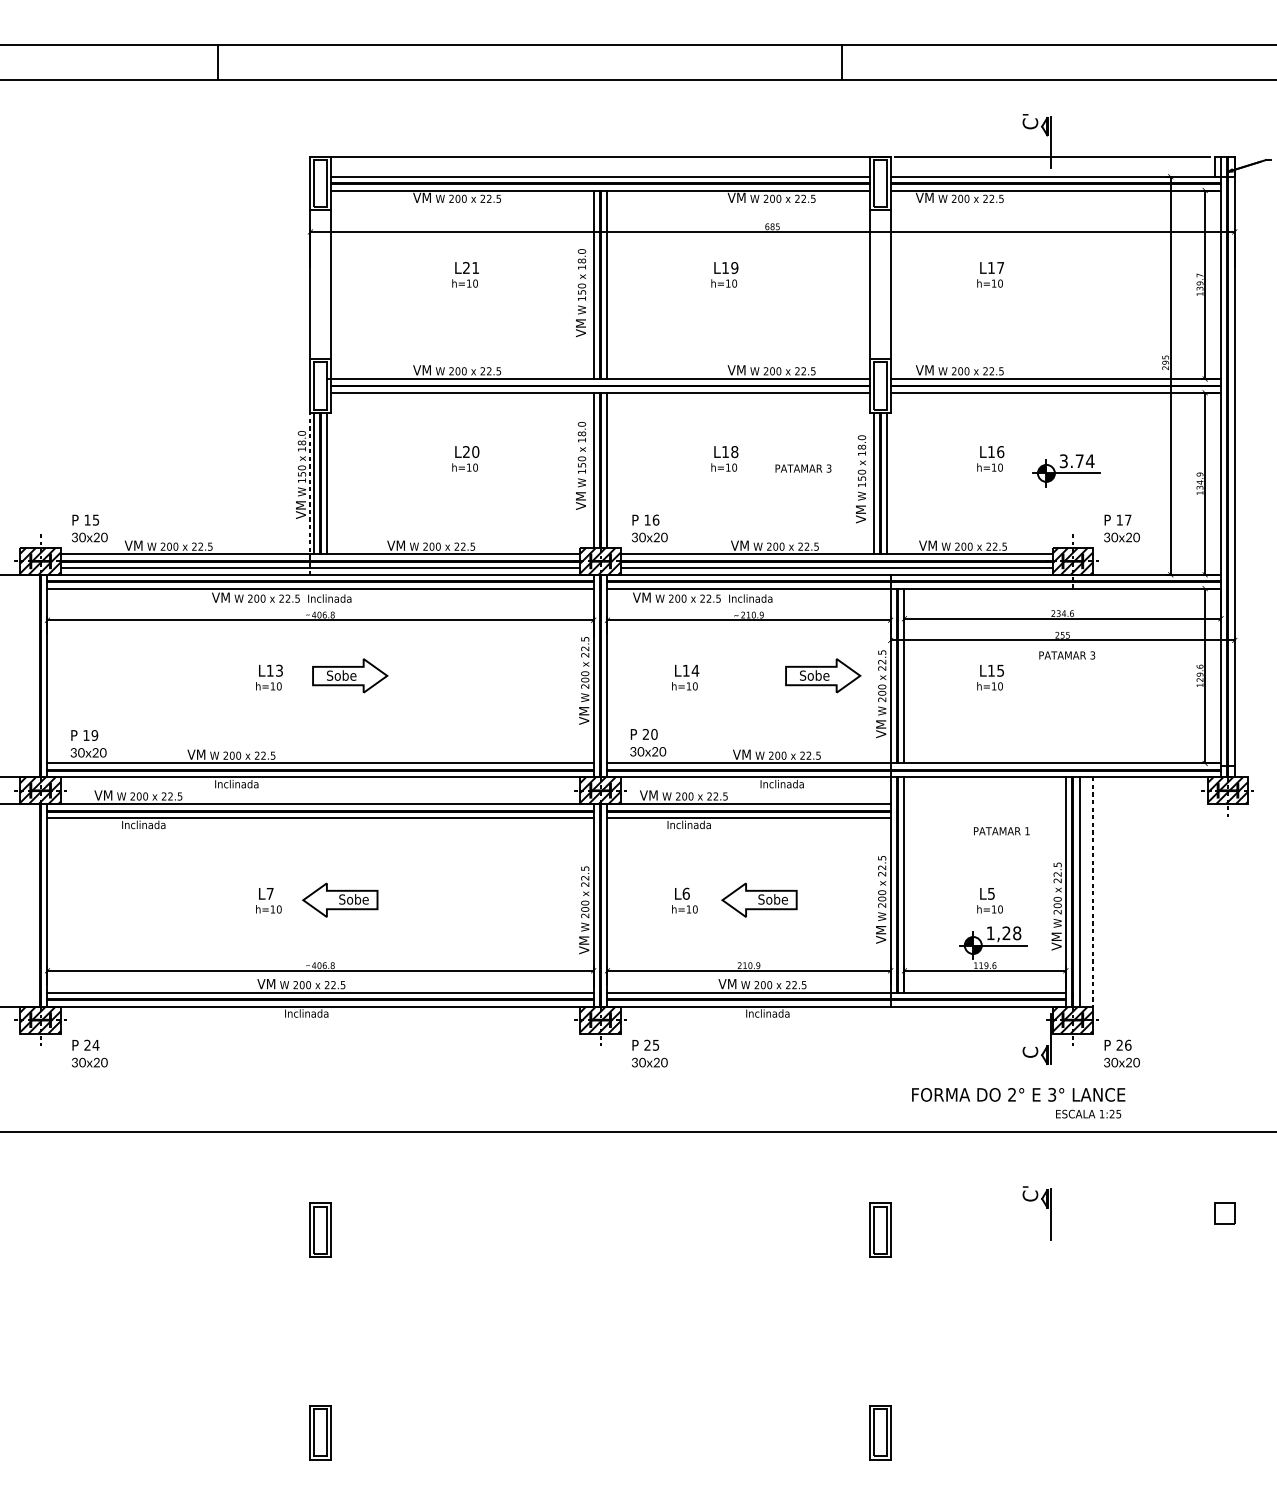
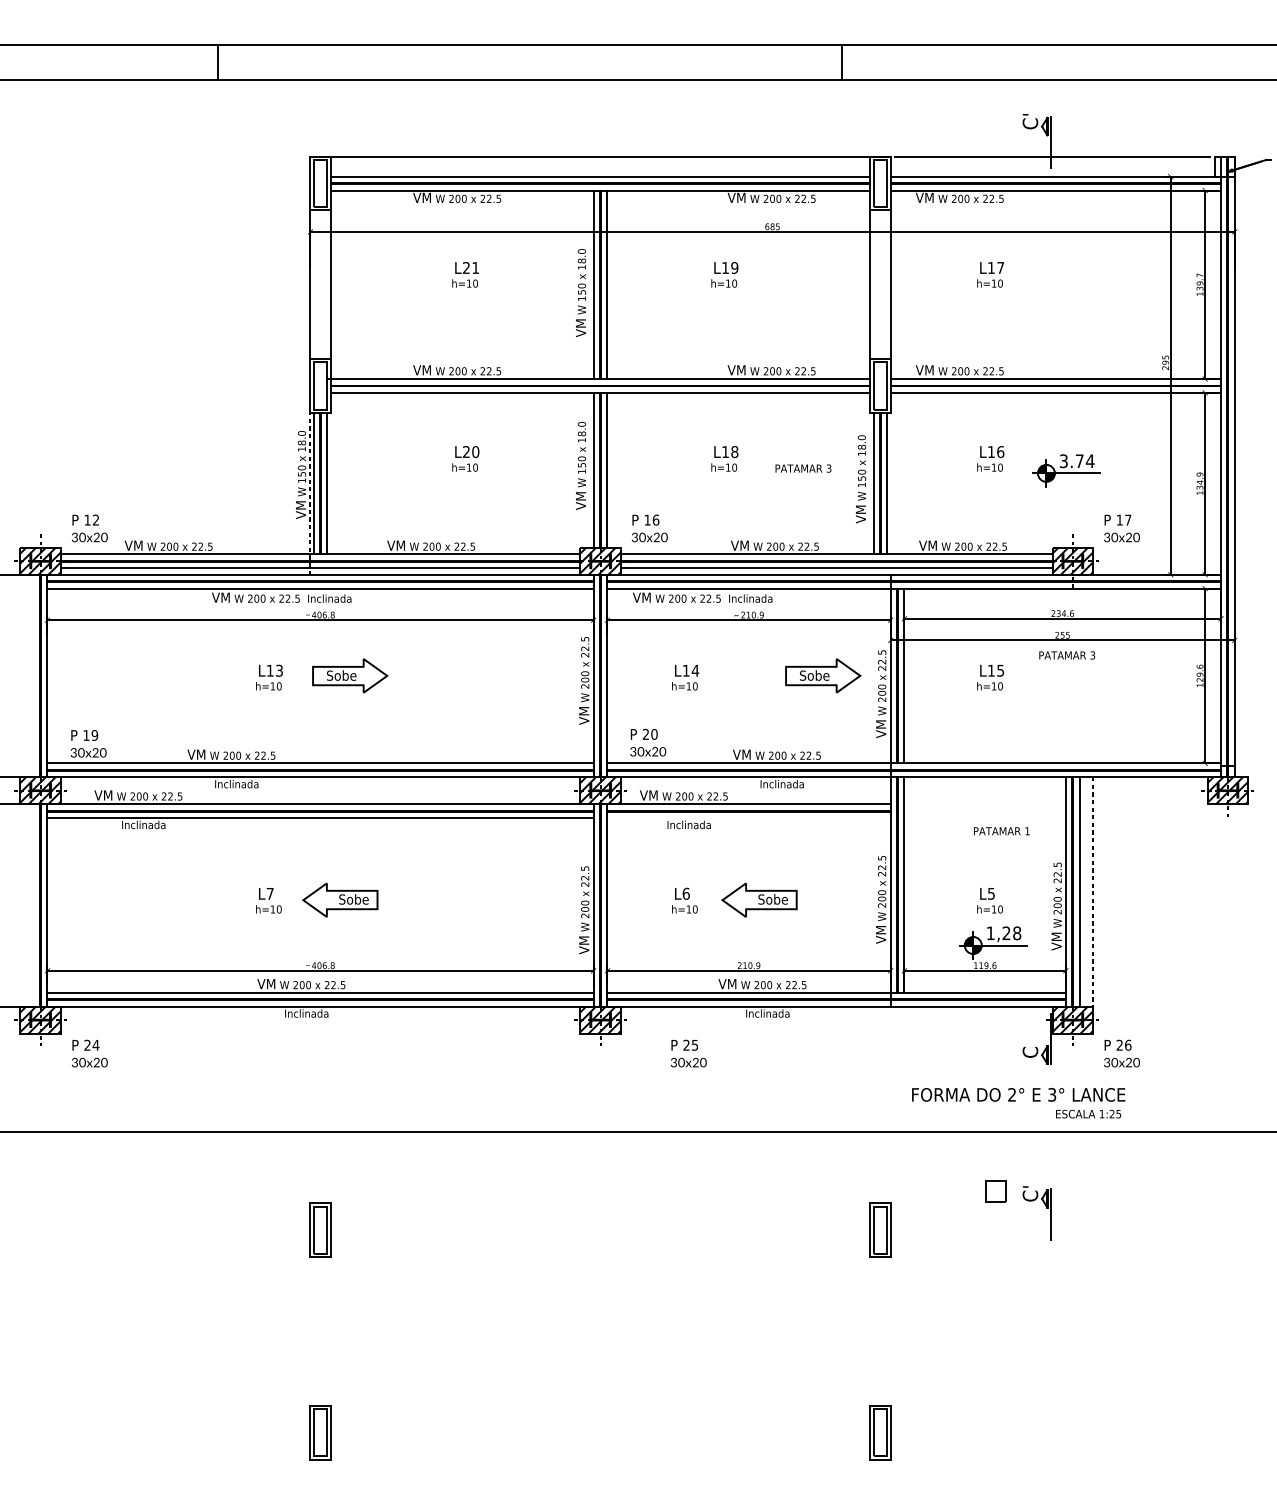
text at (96, 519): 15 -> 12
line at (748, 817): present -> none
text at (649, 1053) position: (649, 1053) -> (688, 1053)
part at (1224, 1213) position: (1224, 1213) -> (995, 1191)
